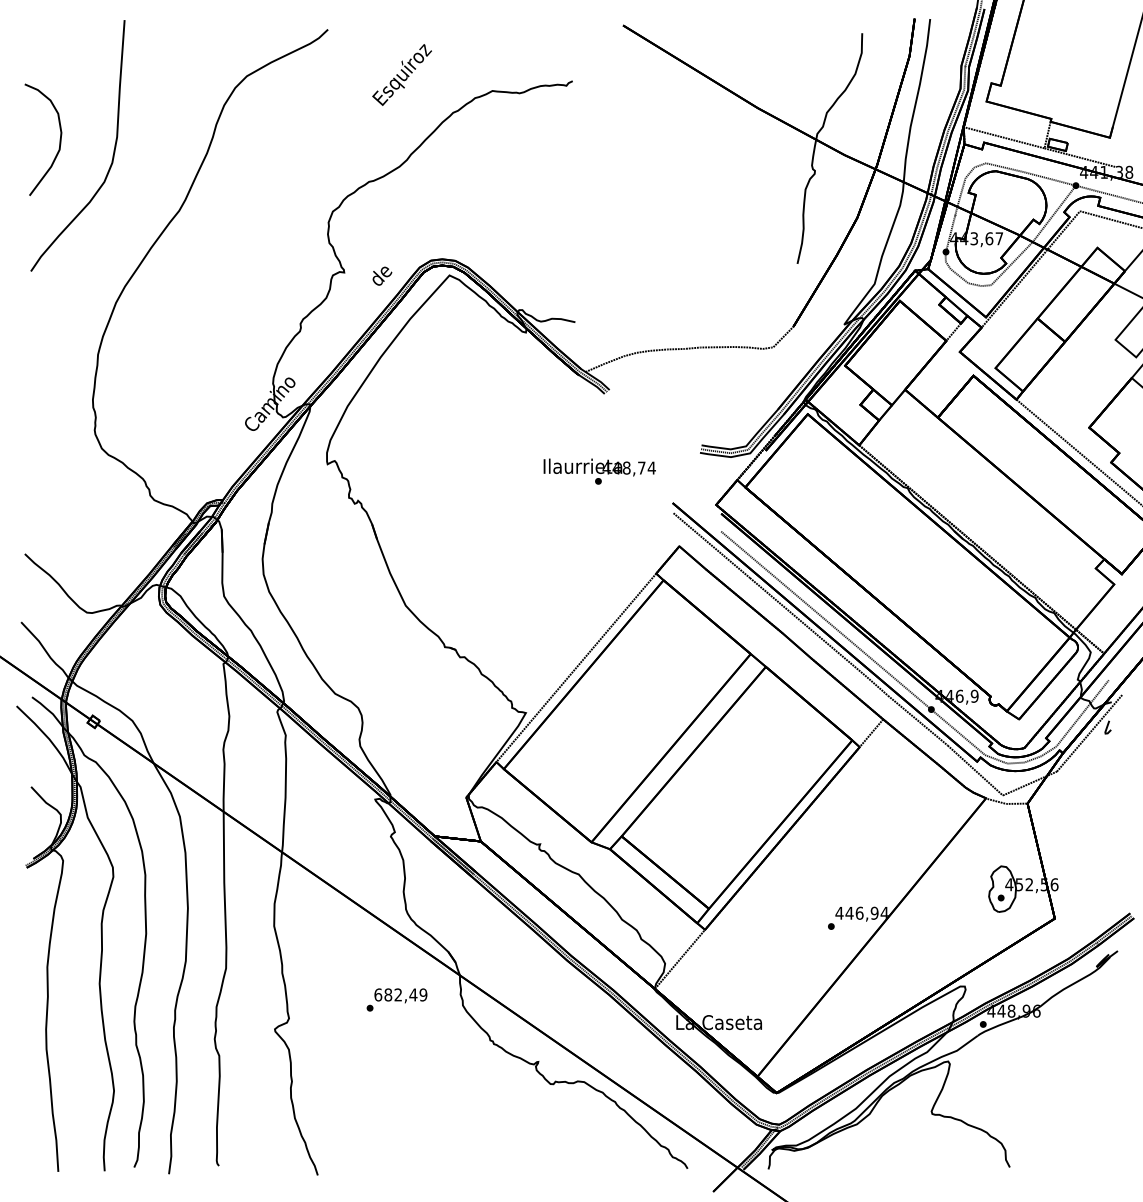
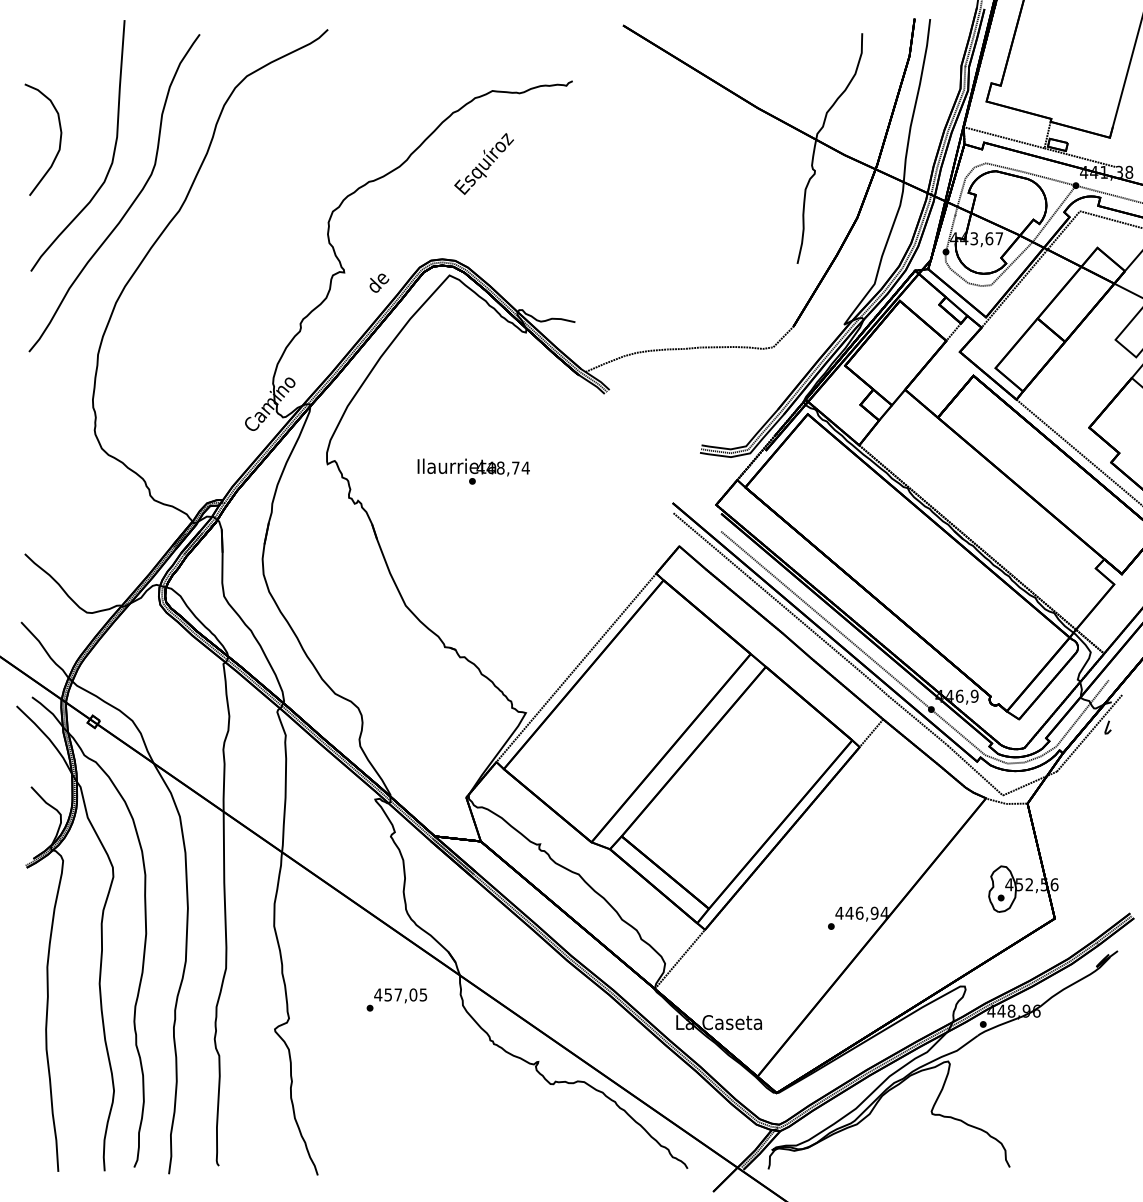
text at (401, 74) position: (401, 74) -> (483, 163)
part at (130, 204): none -> present
text at (382, 275) position: (382, 275) -> (379, 282)
text at (599, 471) position: (599, 471) -> (473, 471)
text at (400, 994): 682,49 -> 457,05
